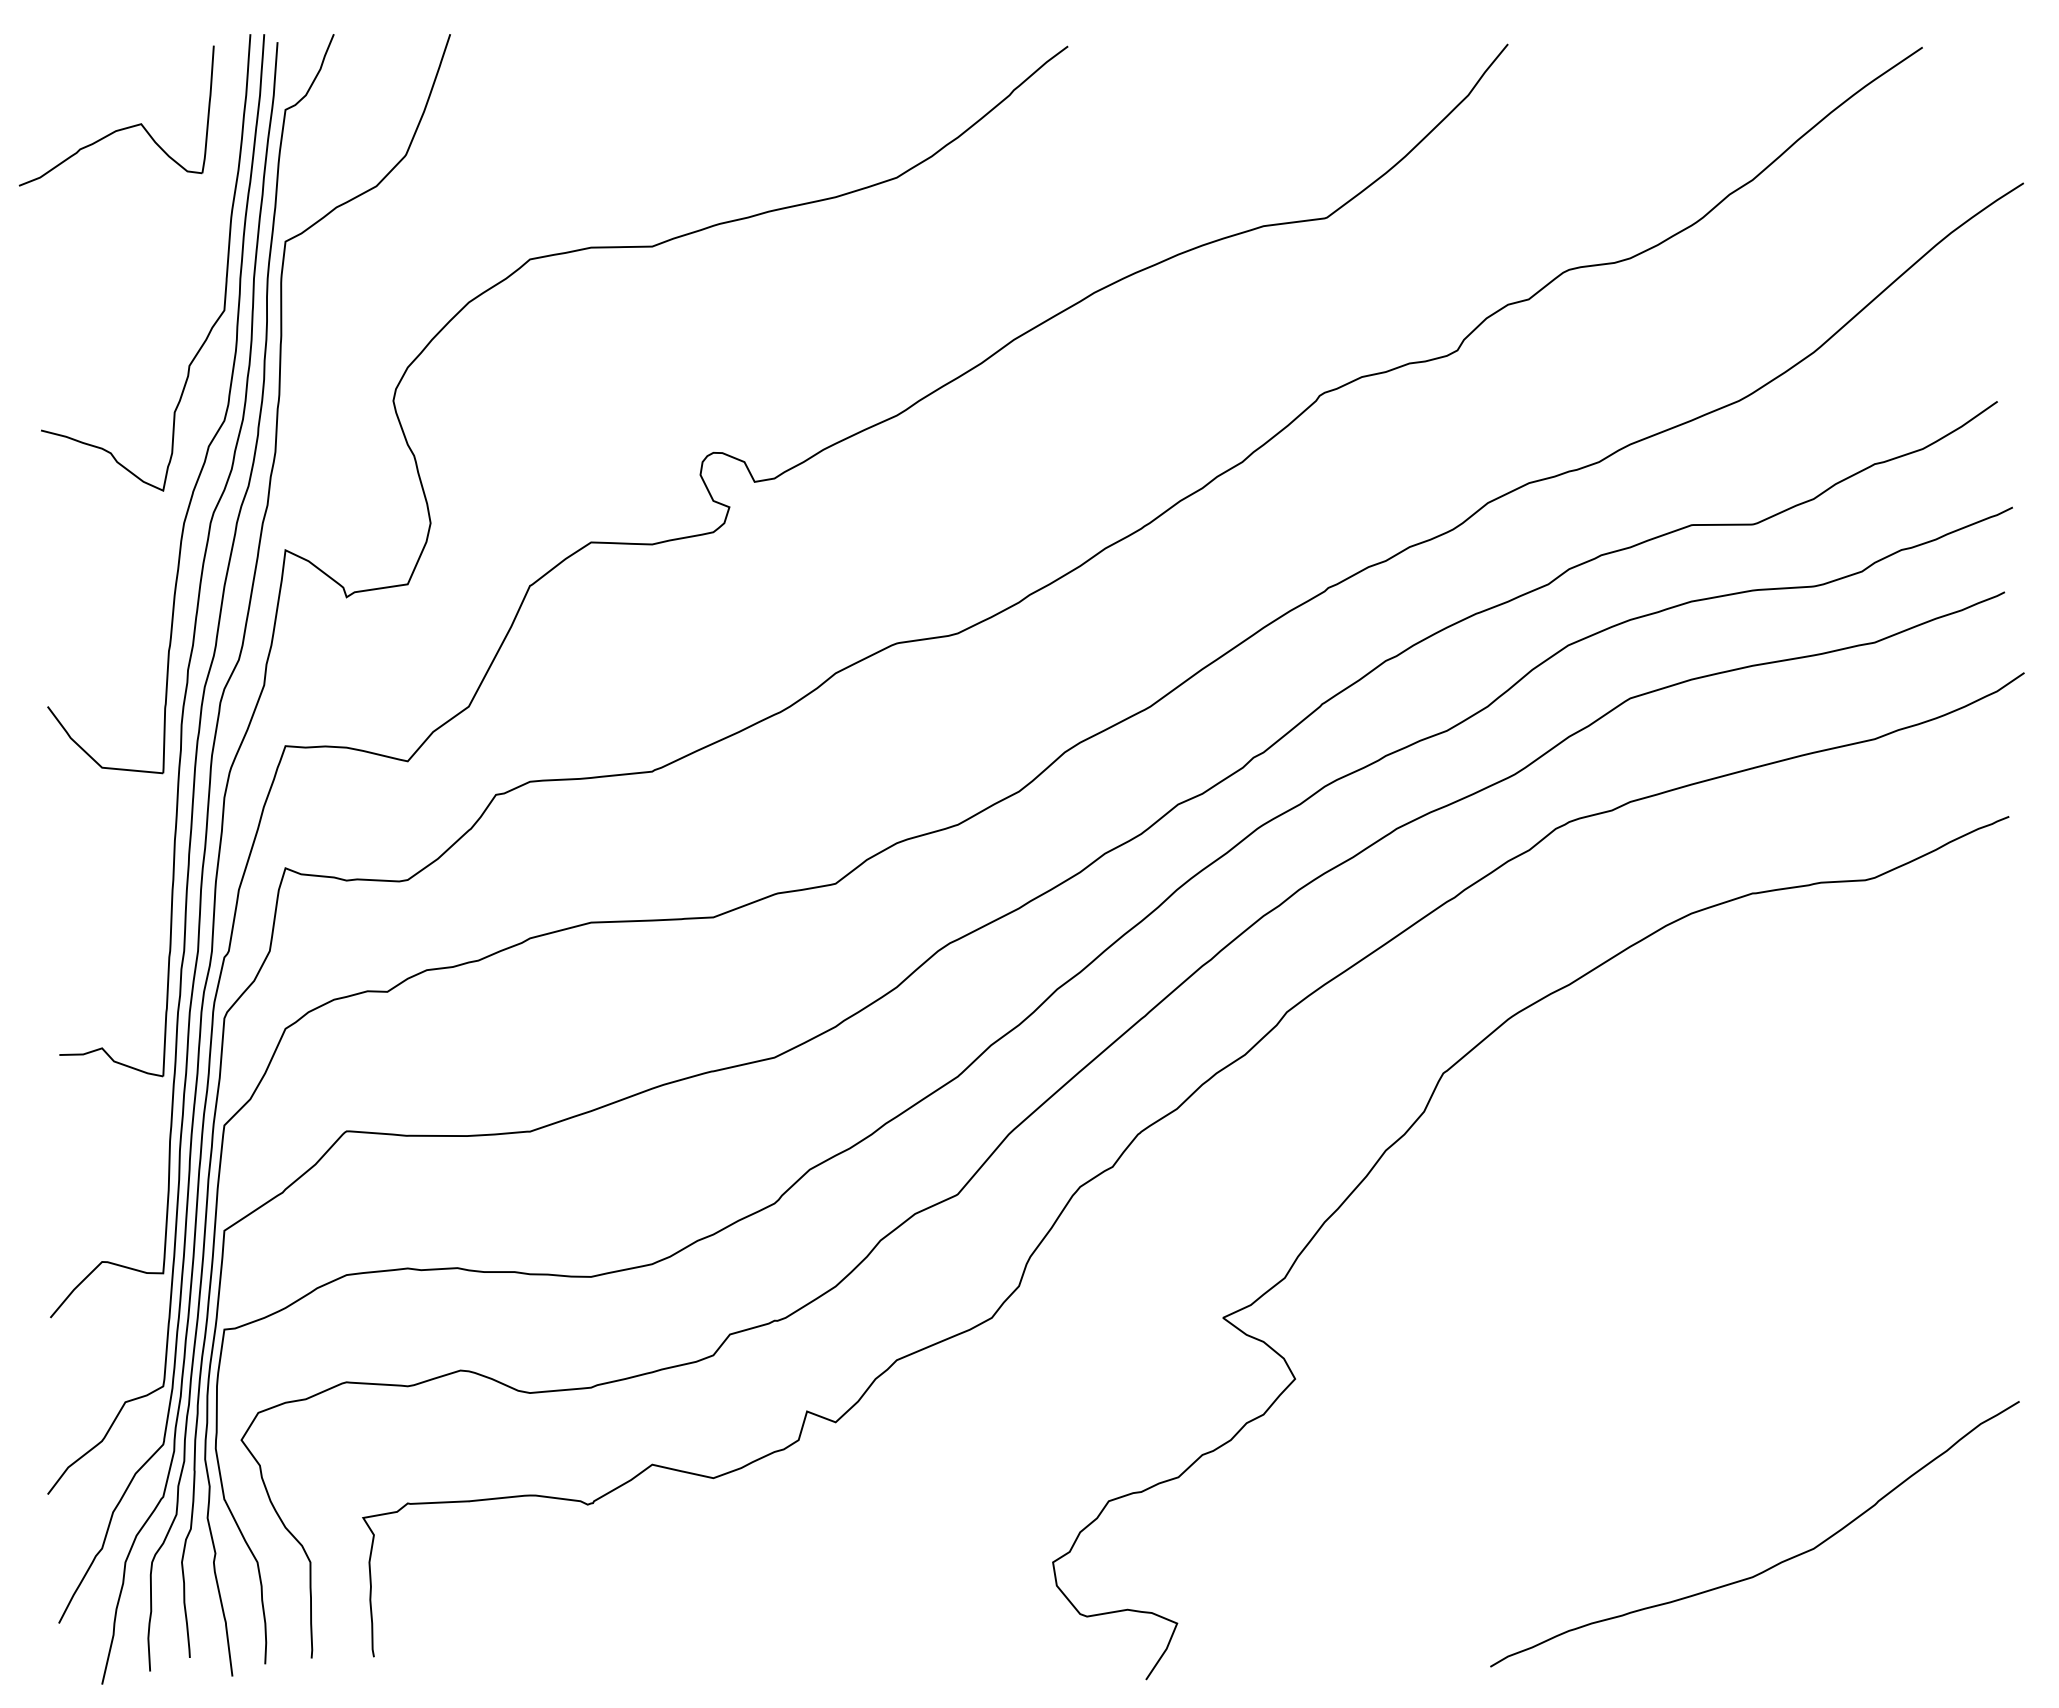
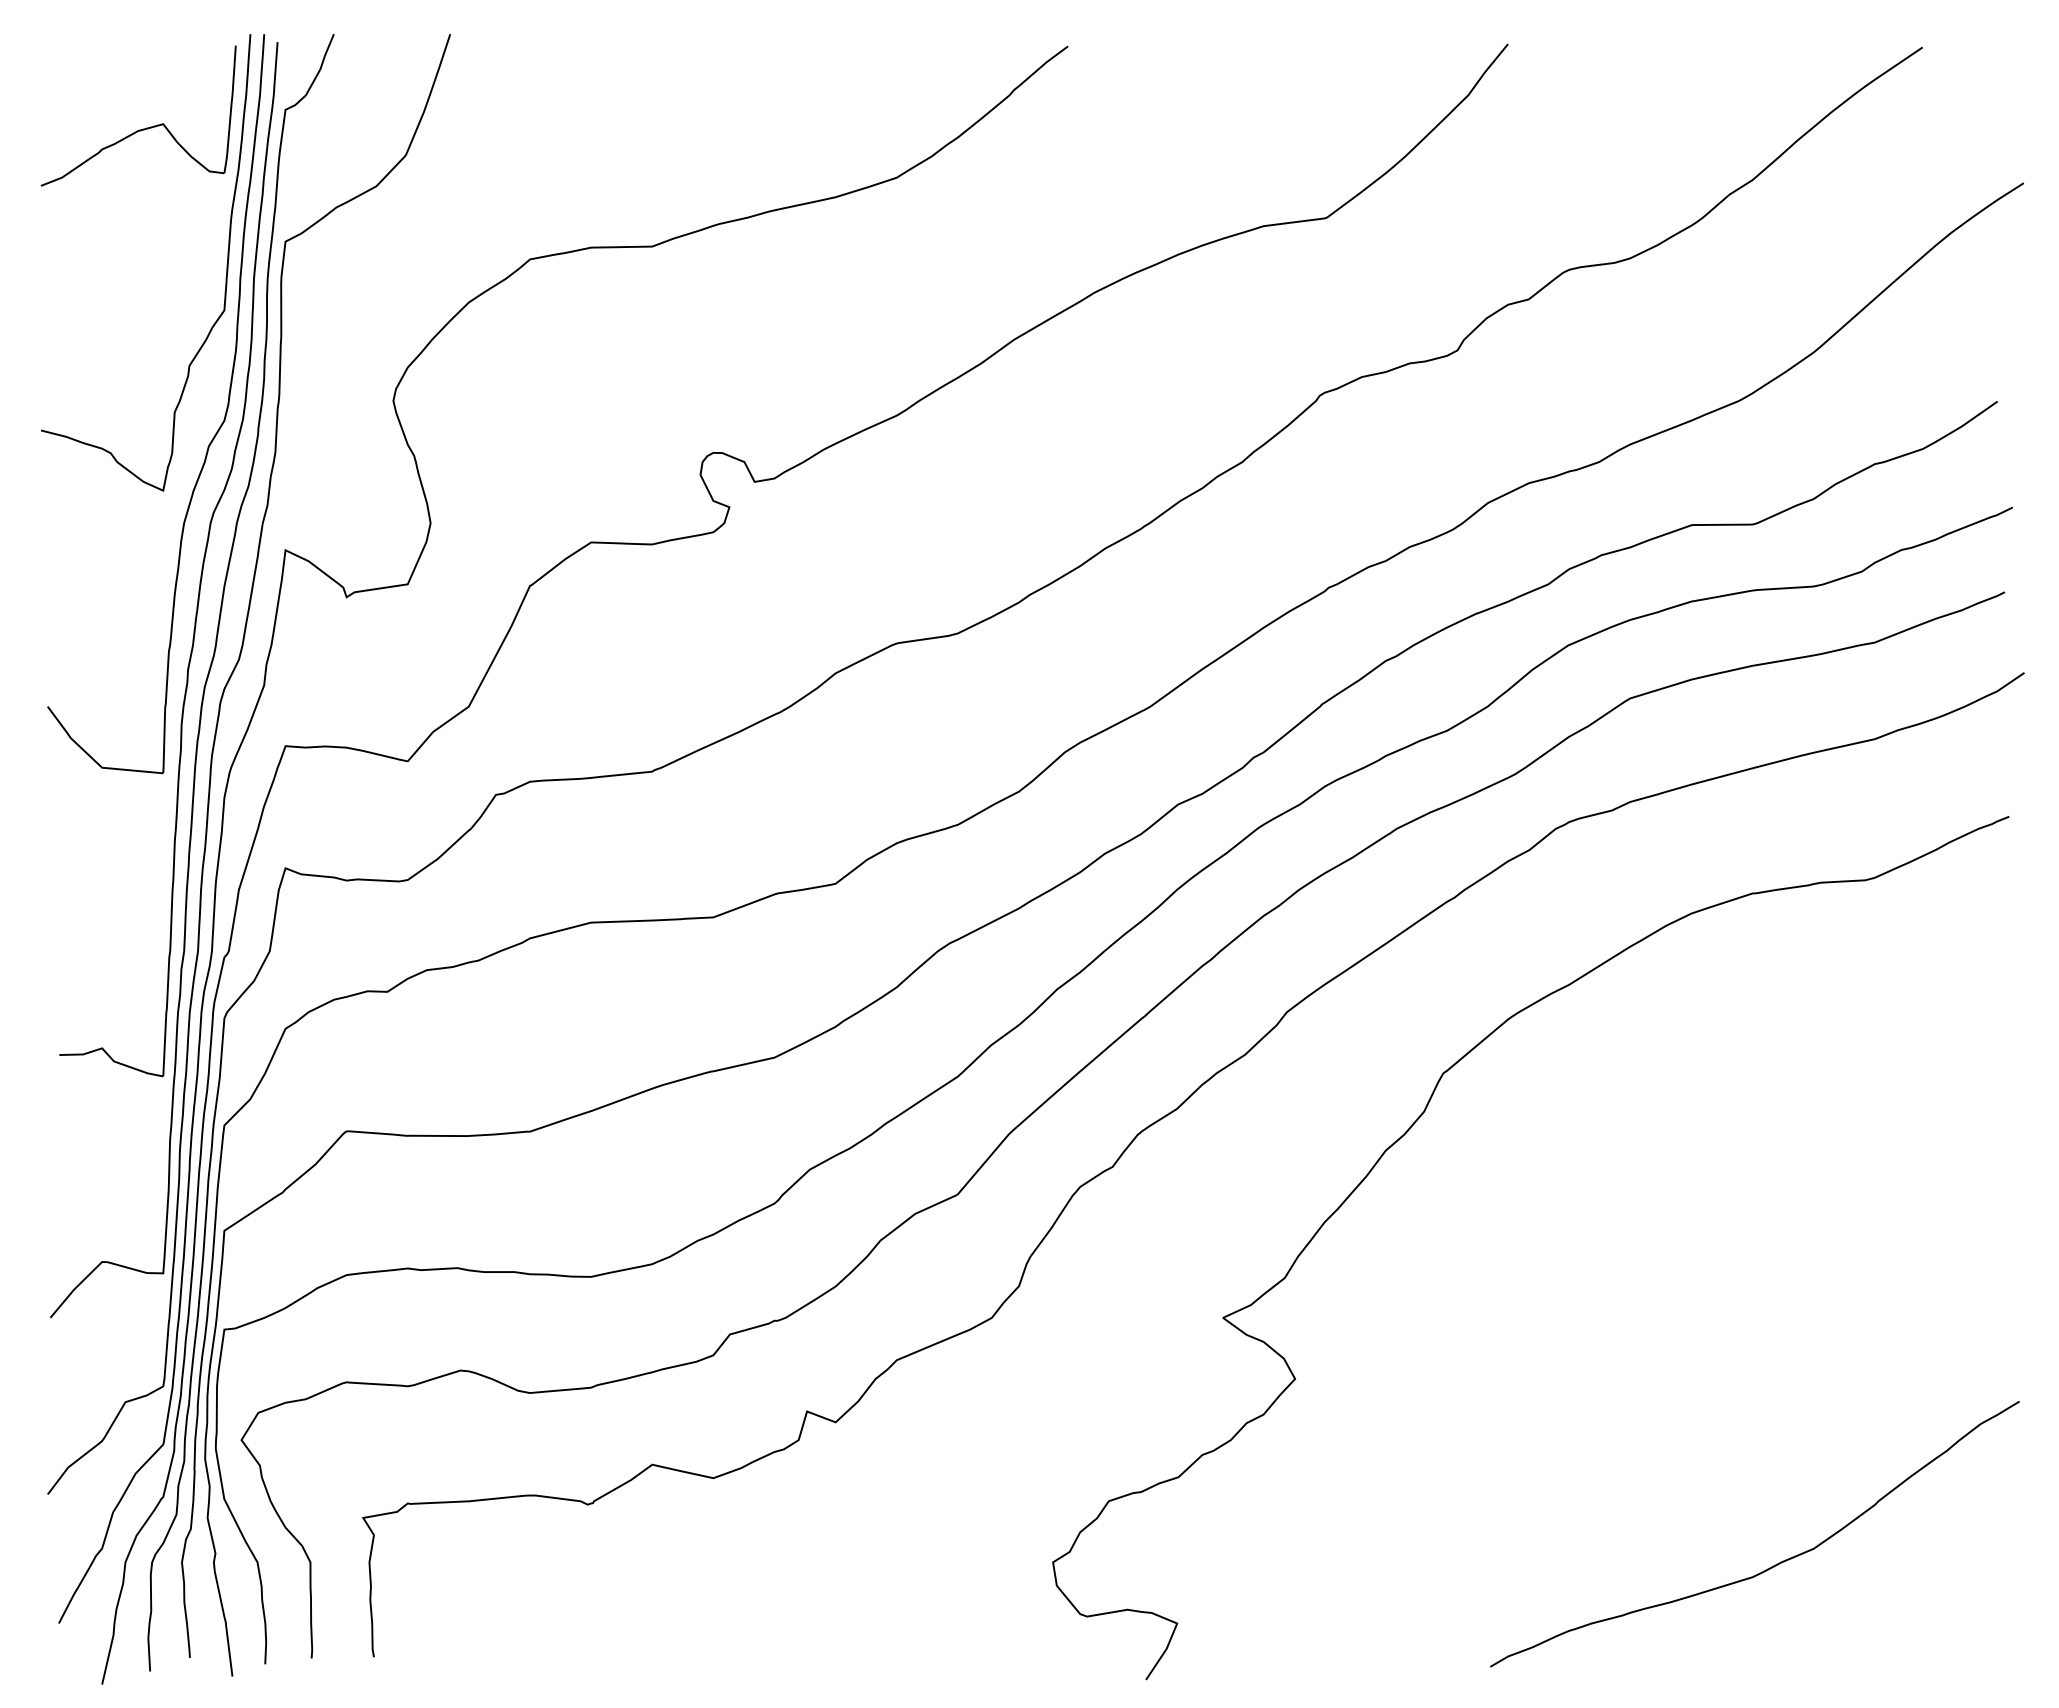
part at (121, 128) position: (121, 128) -> (143, 128)
